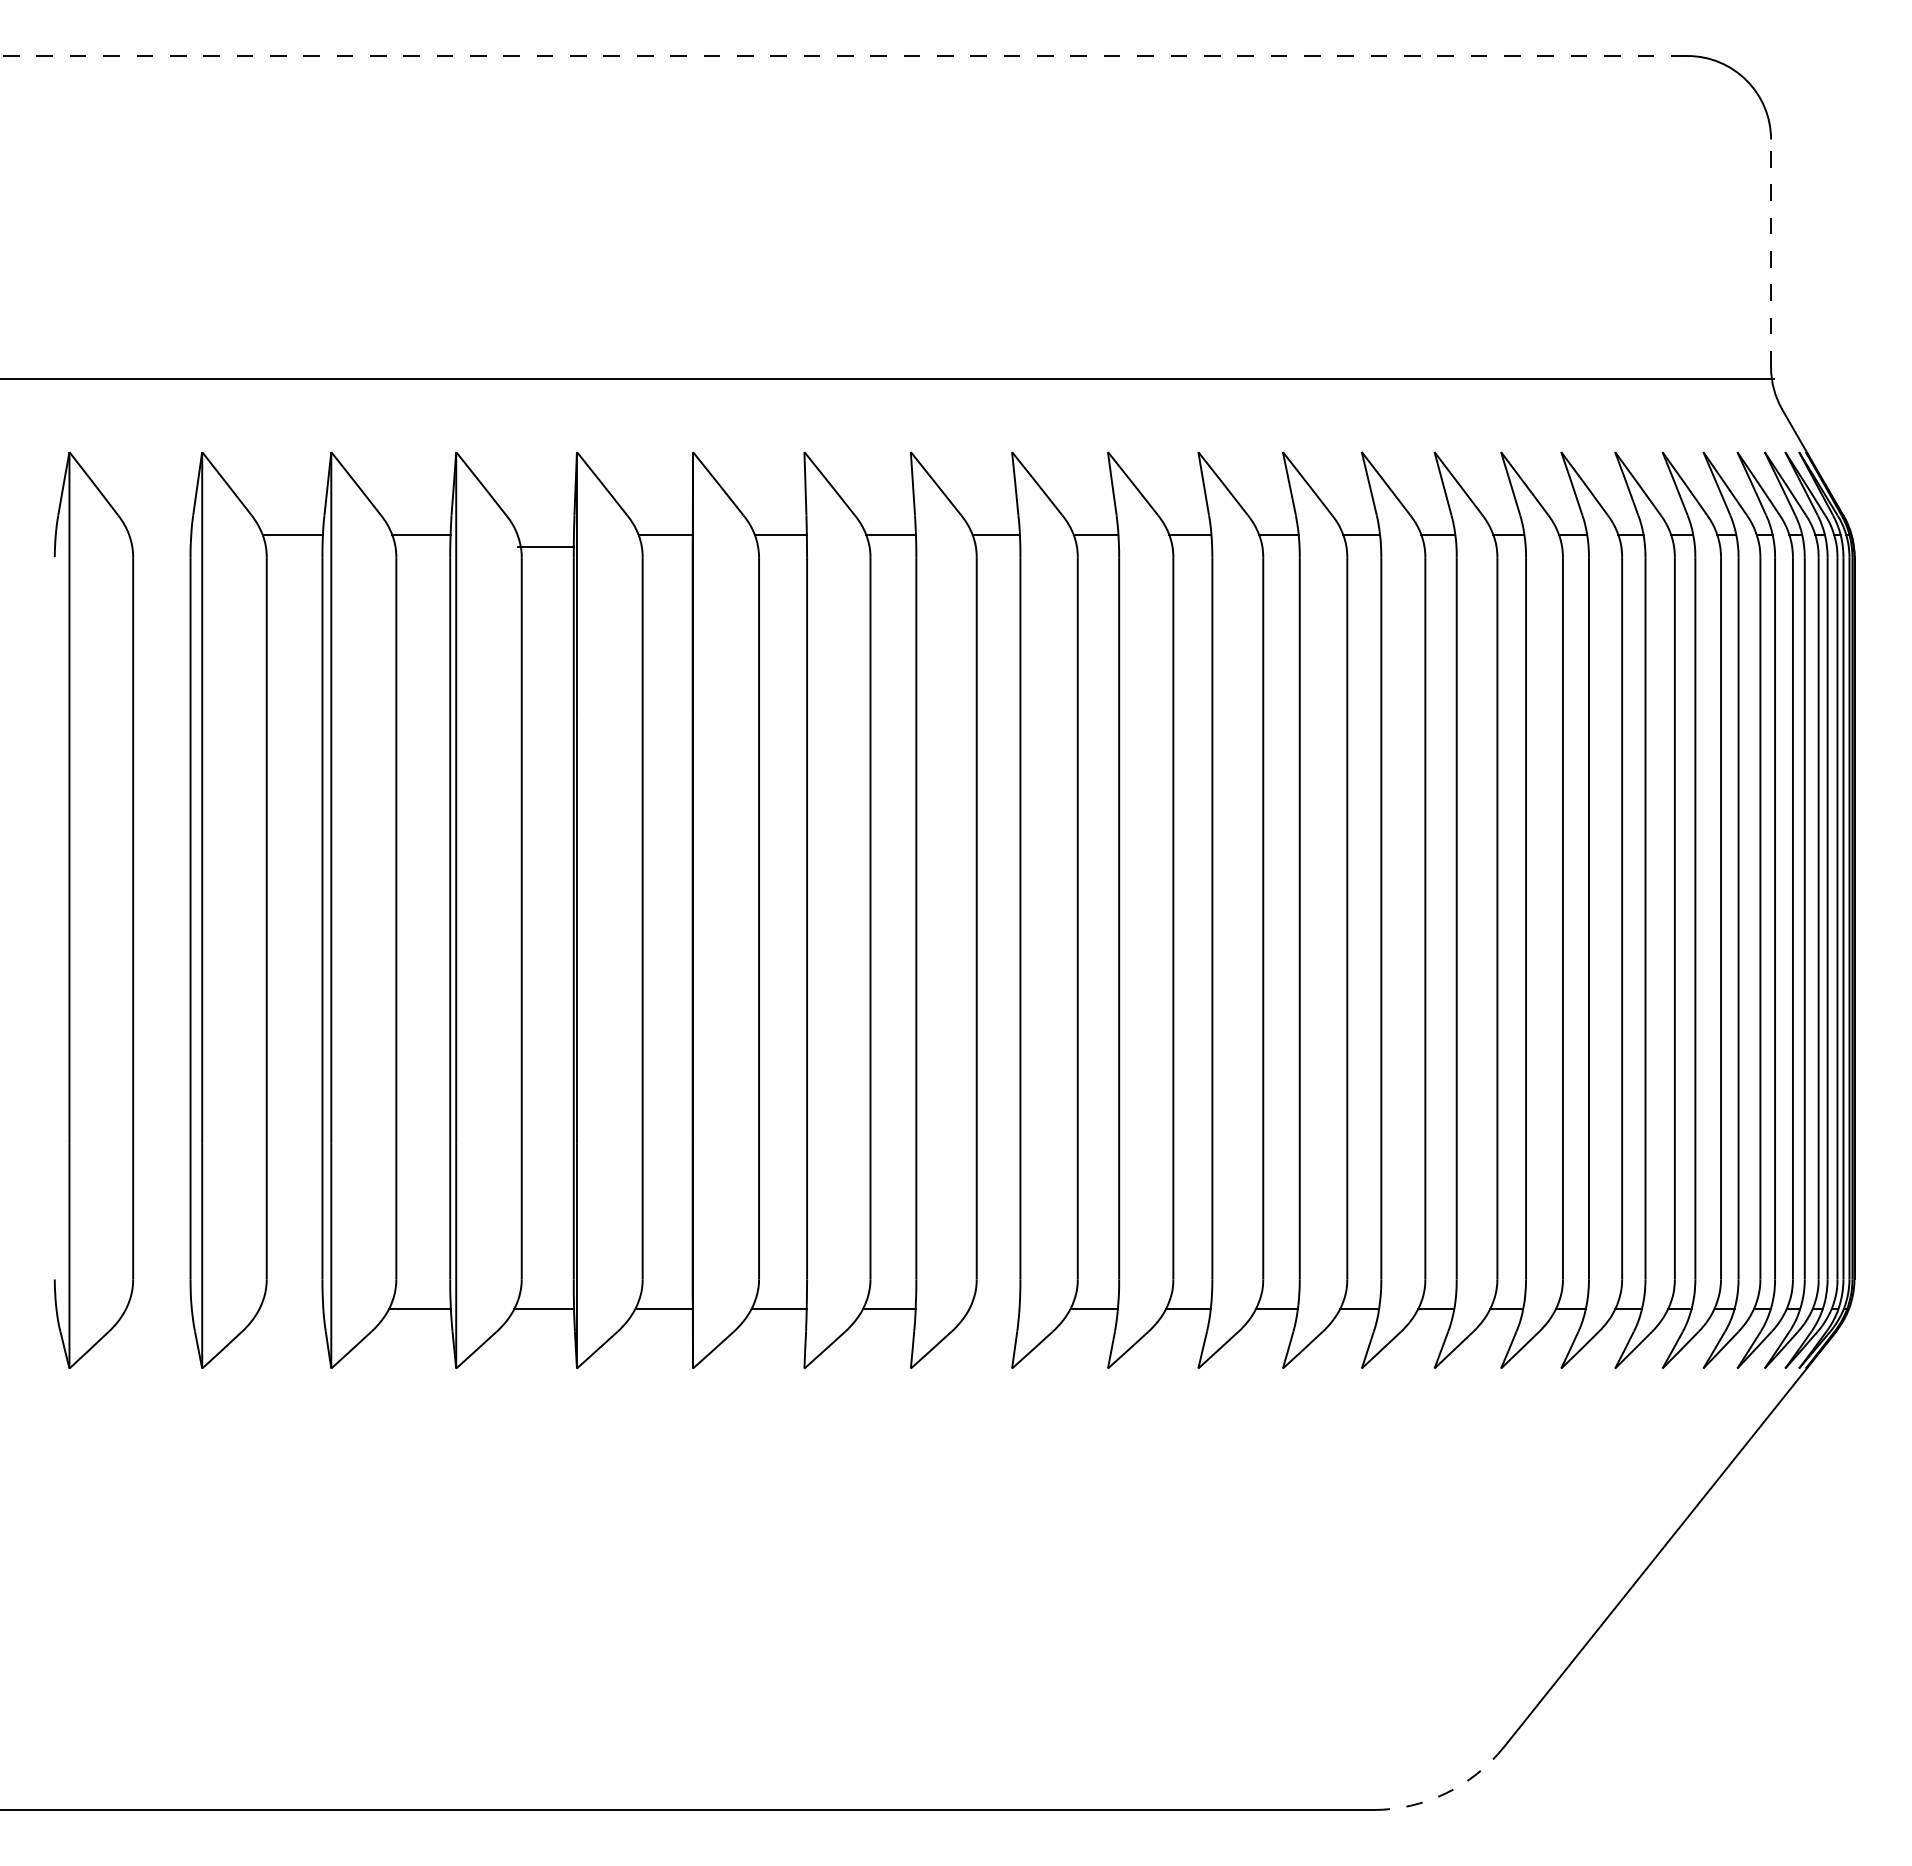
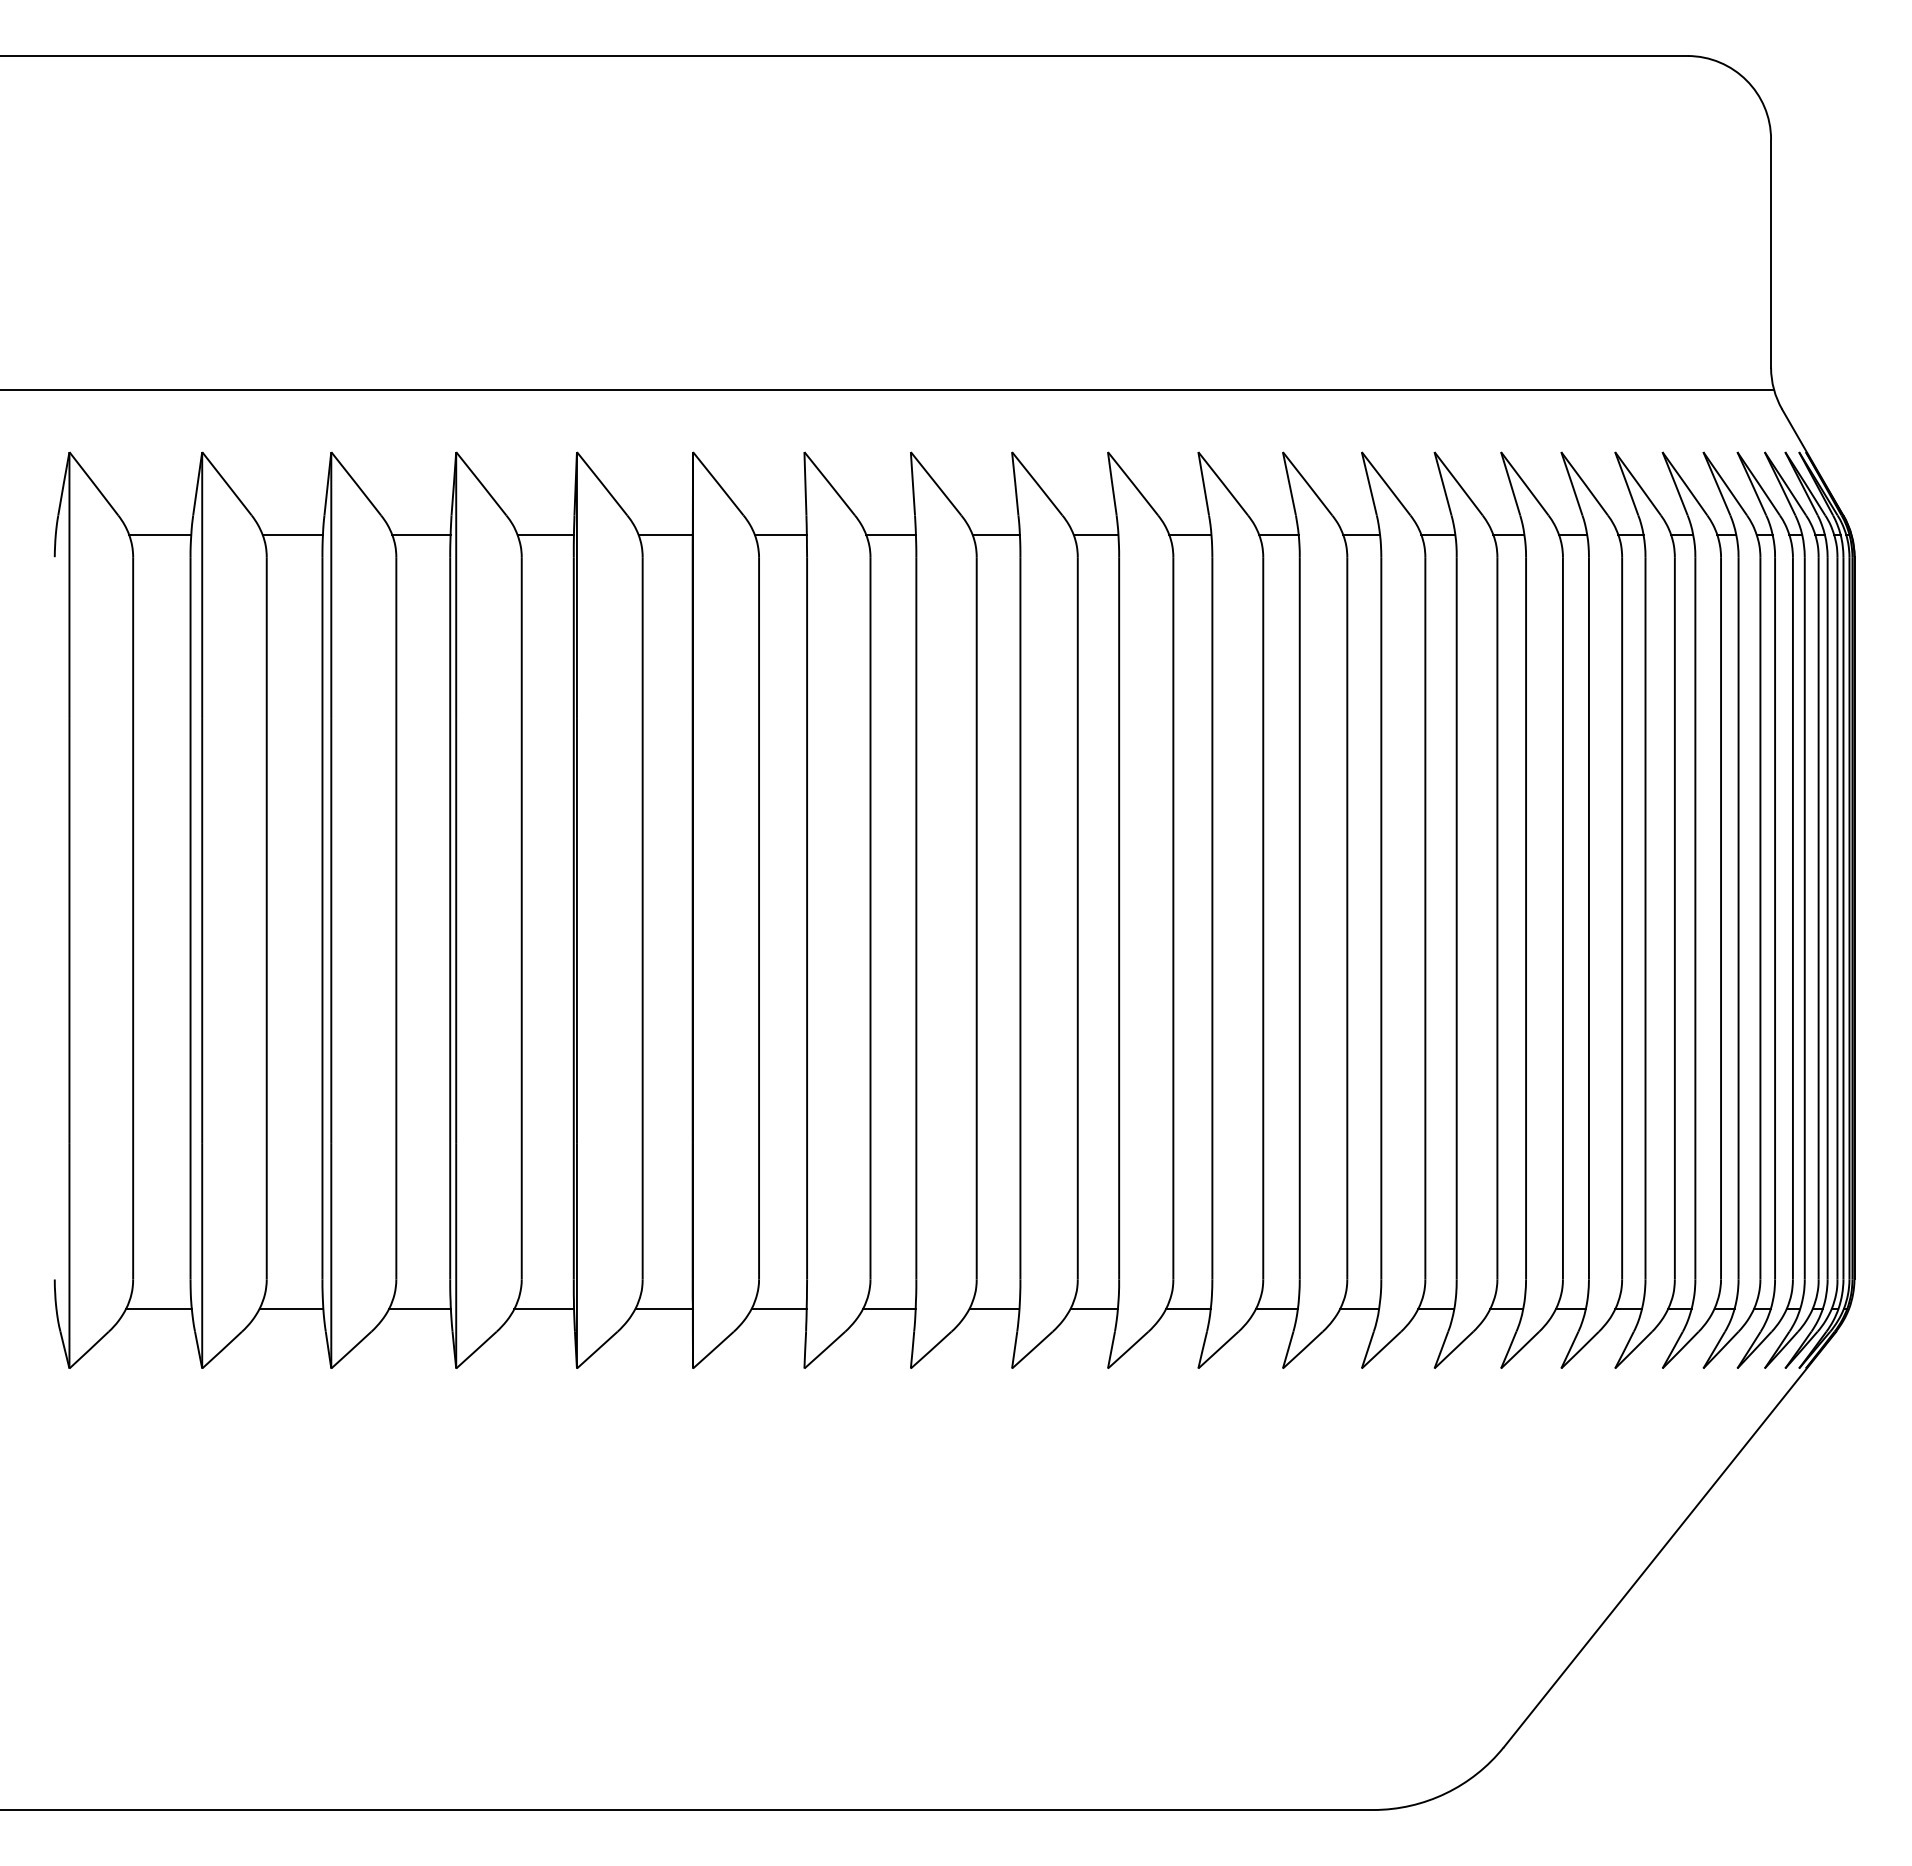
line at (843, 56): dashed -> solid
line at (1771, 253): dashed -> solid
line at (888, 379) position: (888, 379) -> (888, 390)
line at (160, 534): none -> present
line at (545, 546) position: (545, 546) -> (545, 534)
line at (158, 1308): none -> present
line at (291, 1308): none -> present
line at (994, 1308): none -> present
arc at (1445, 1793): dashed -> solid
